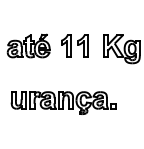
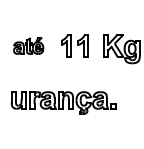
part at (28, 45) size: 45x26 px -> 32x18 px
